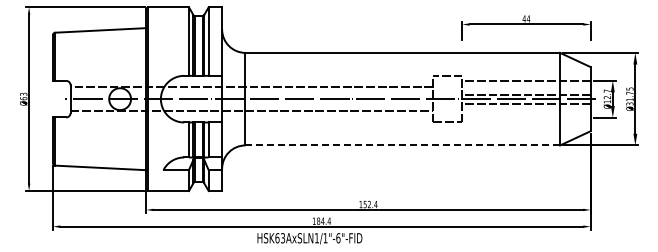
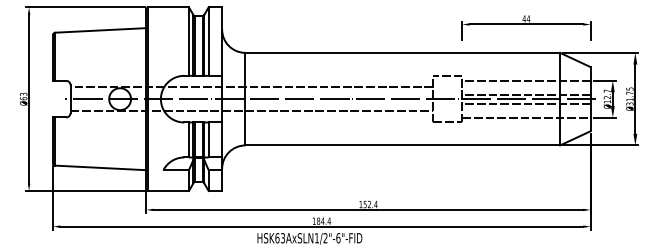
line at (526, 117): none -> present
line at (403, 145): dashed -> solid
text at (325, 238): HSK63AxSLN1/1"-6"-FID -> HSK63AxSLN1/2"-6"-FID
